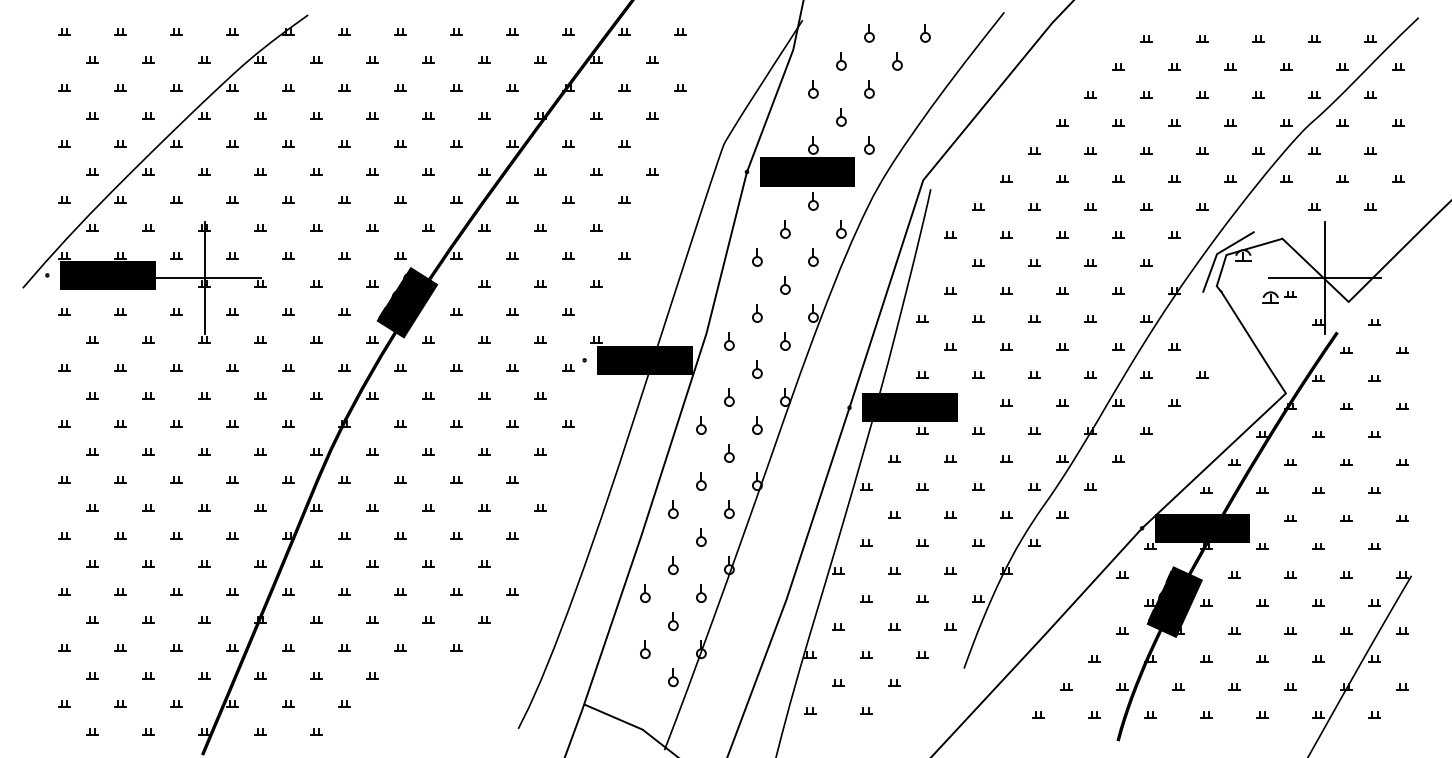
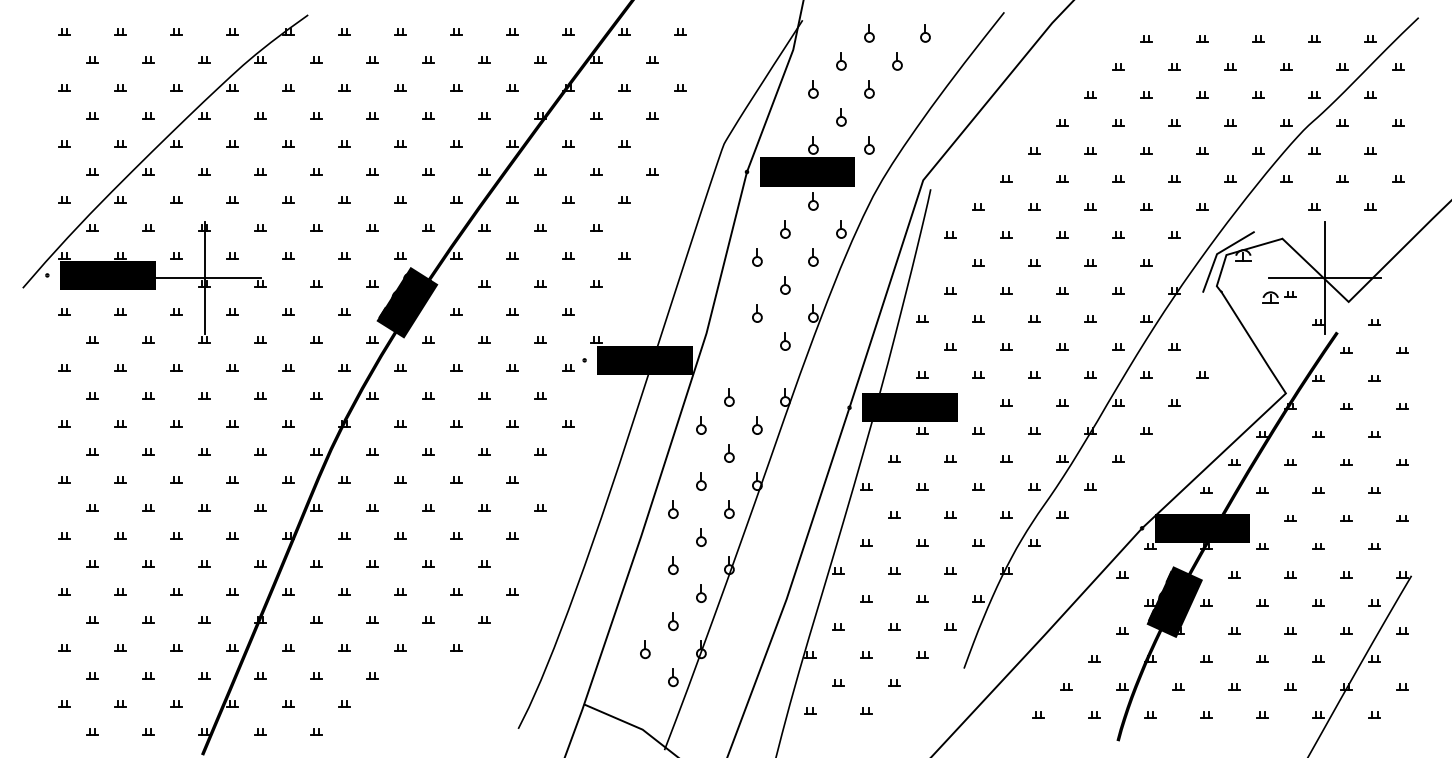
part at (729, 341): present -> none
part at (757, 369): present -> none
part at (645, 593): present -> none
